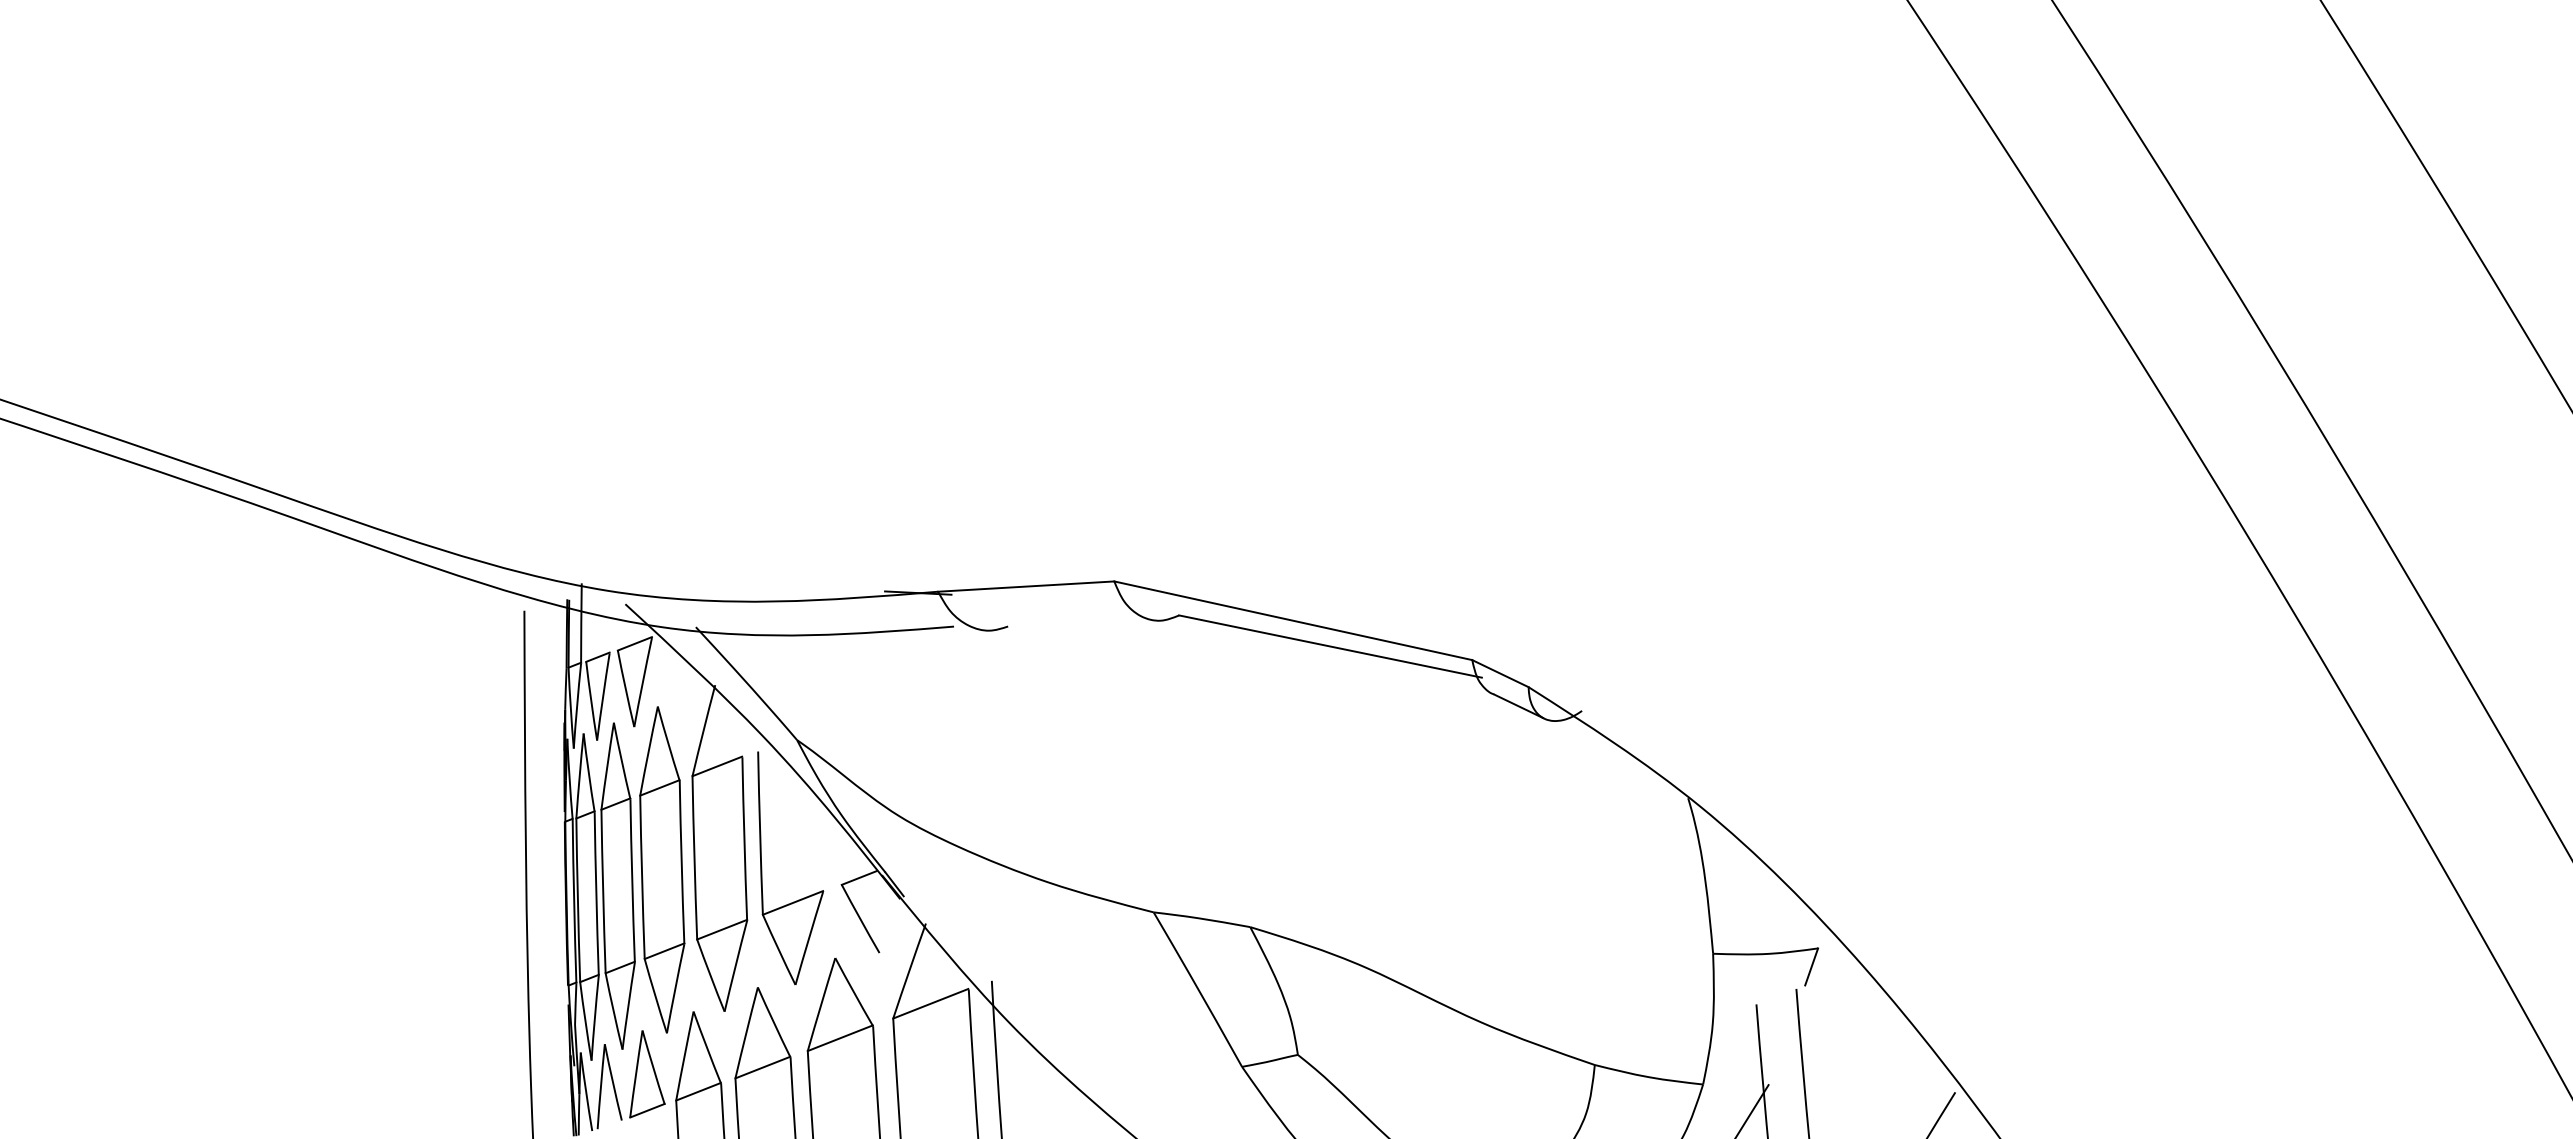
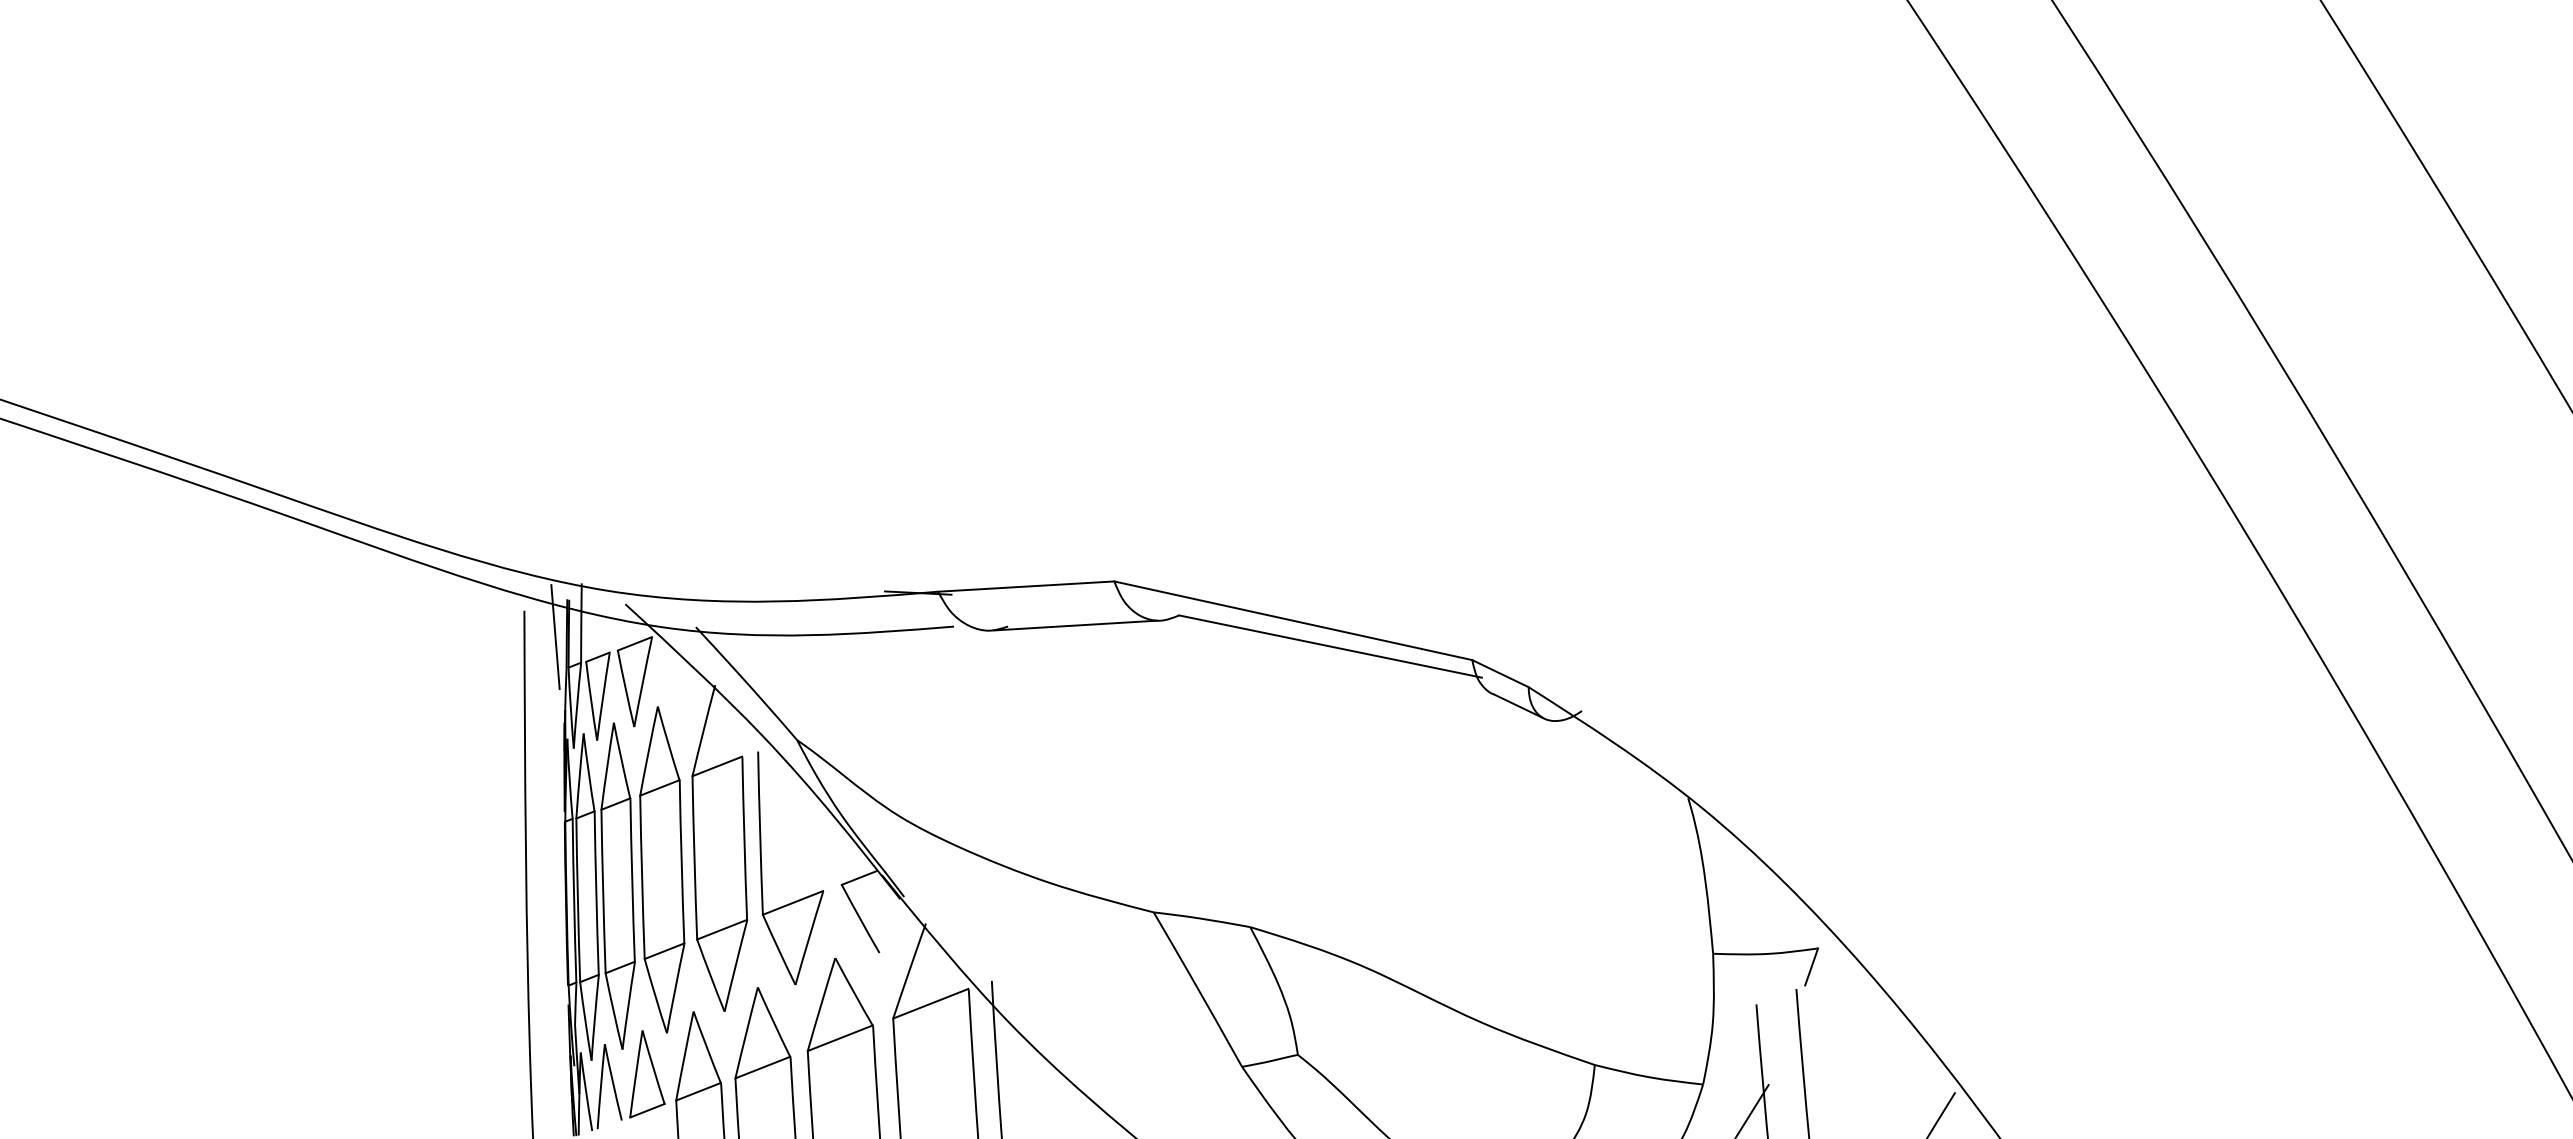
line at (1075, 625): none -> present
line at (555, 637): none -> present
